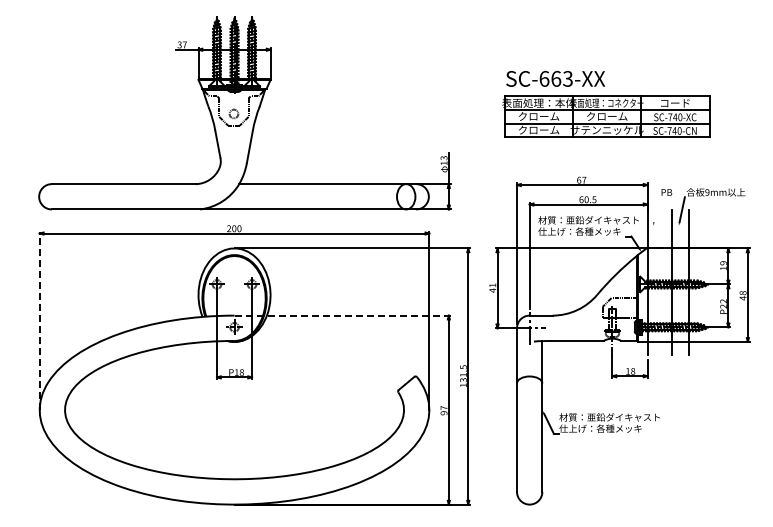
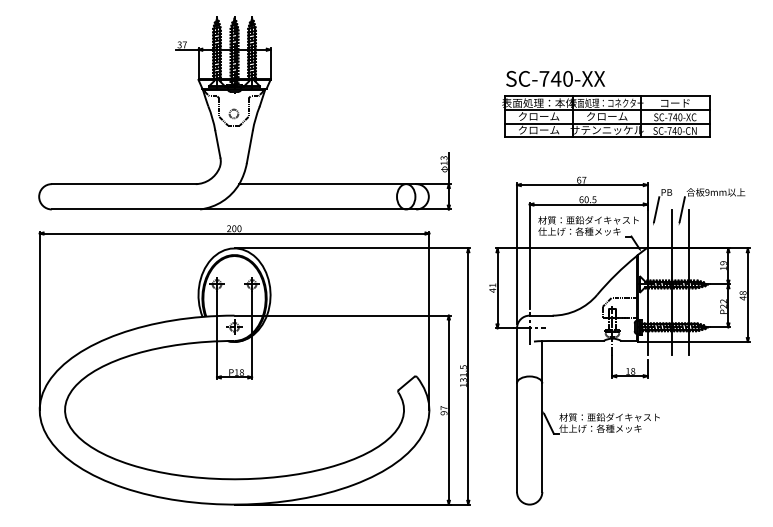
text at (555, 78): SC-663-XX -> SC-740-XX
line at (656, 209): none -> present
line at (343, 315): dashed -> solid
line at (39, 320): dashed -> solid
